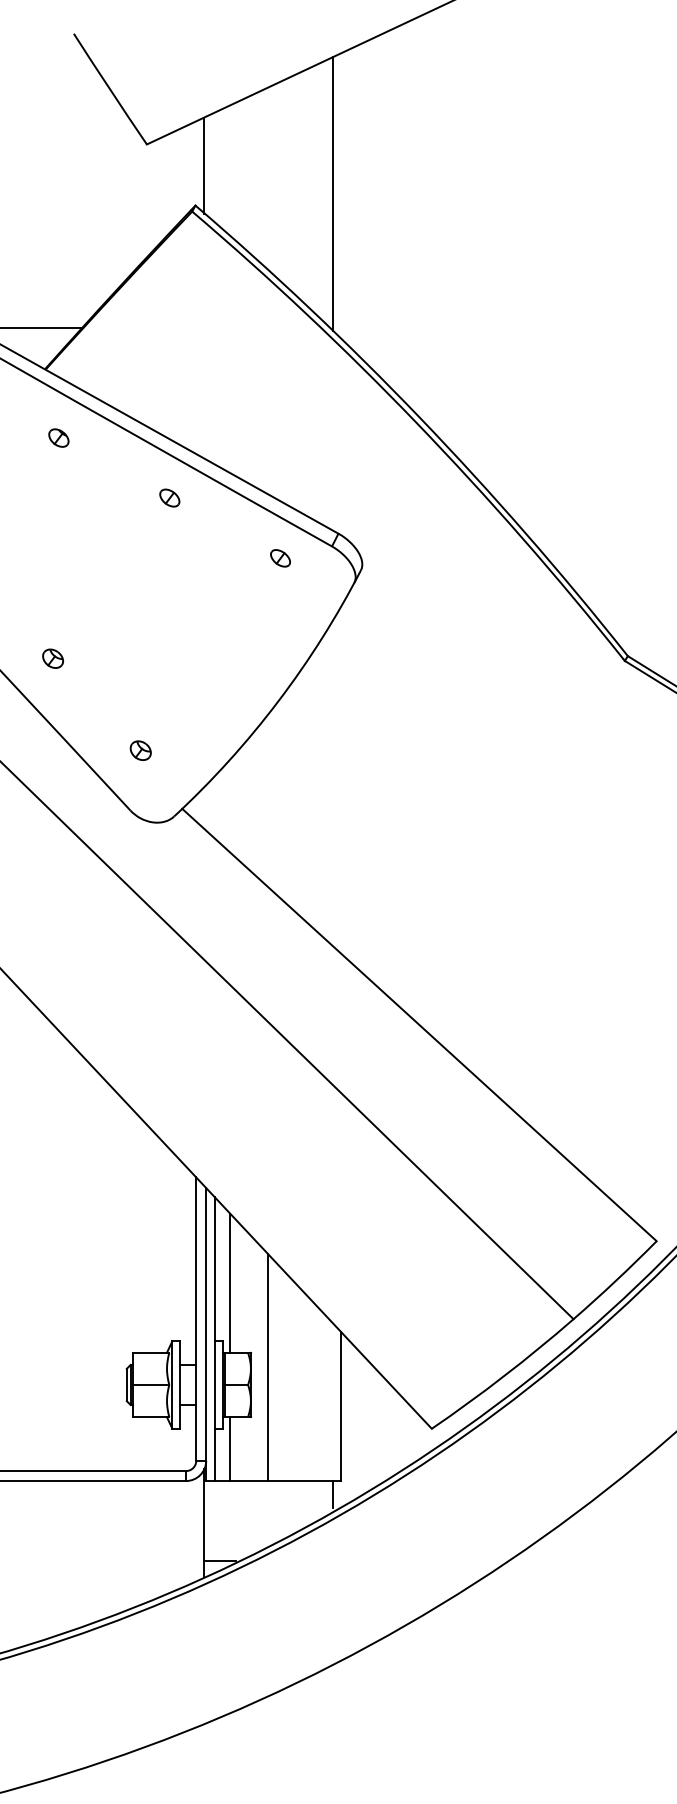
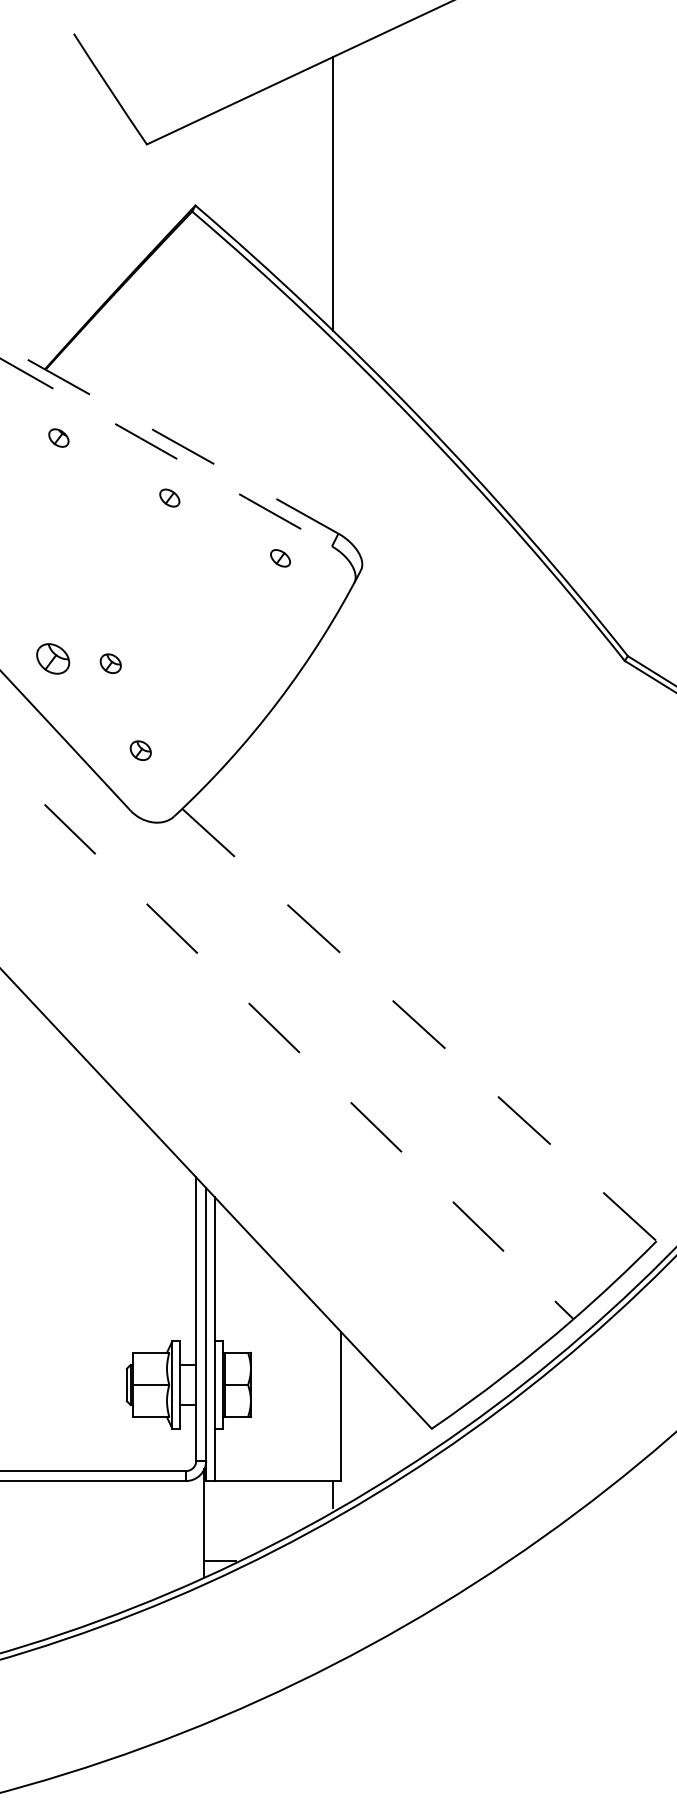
line at (204, 165): present -> none
line at (42, 327): present -> none
line at (169, 439): solid -> dashed
arc at (165, 452): solid -> dashed
part at (52, 658) size: 22x21 px -> 35x32 px
part at (110, 663): none -> present
line at (419, 1025): solid -> dashed
line at (286, 1040): solid -> dashed
line at (230, 1282): present -> none
line at (268, 1367): present -> none
line at (230, 1449): present -> none
